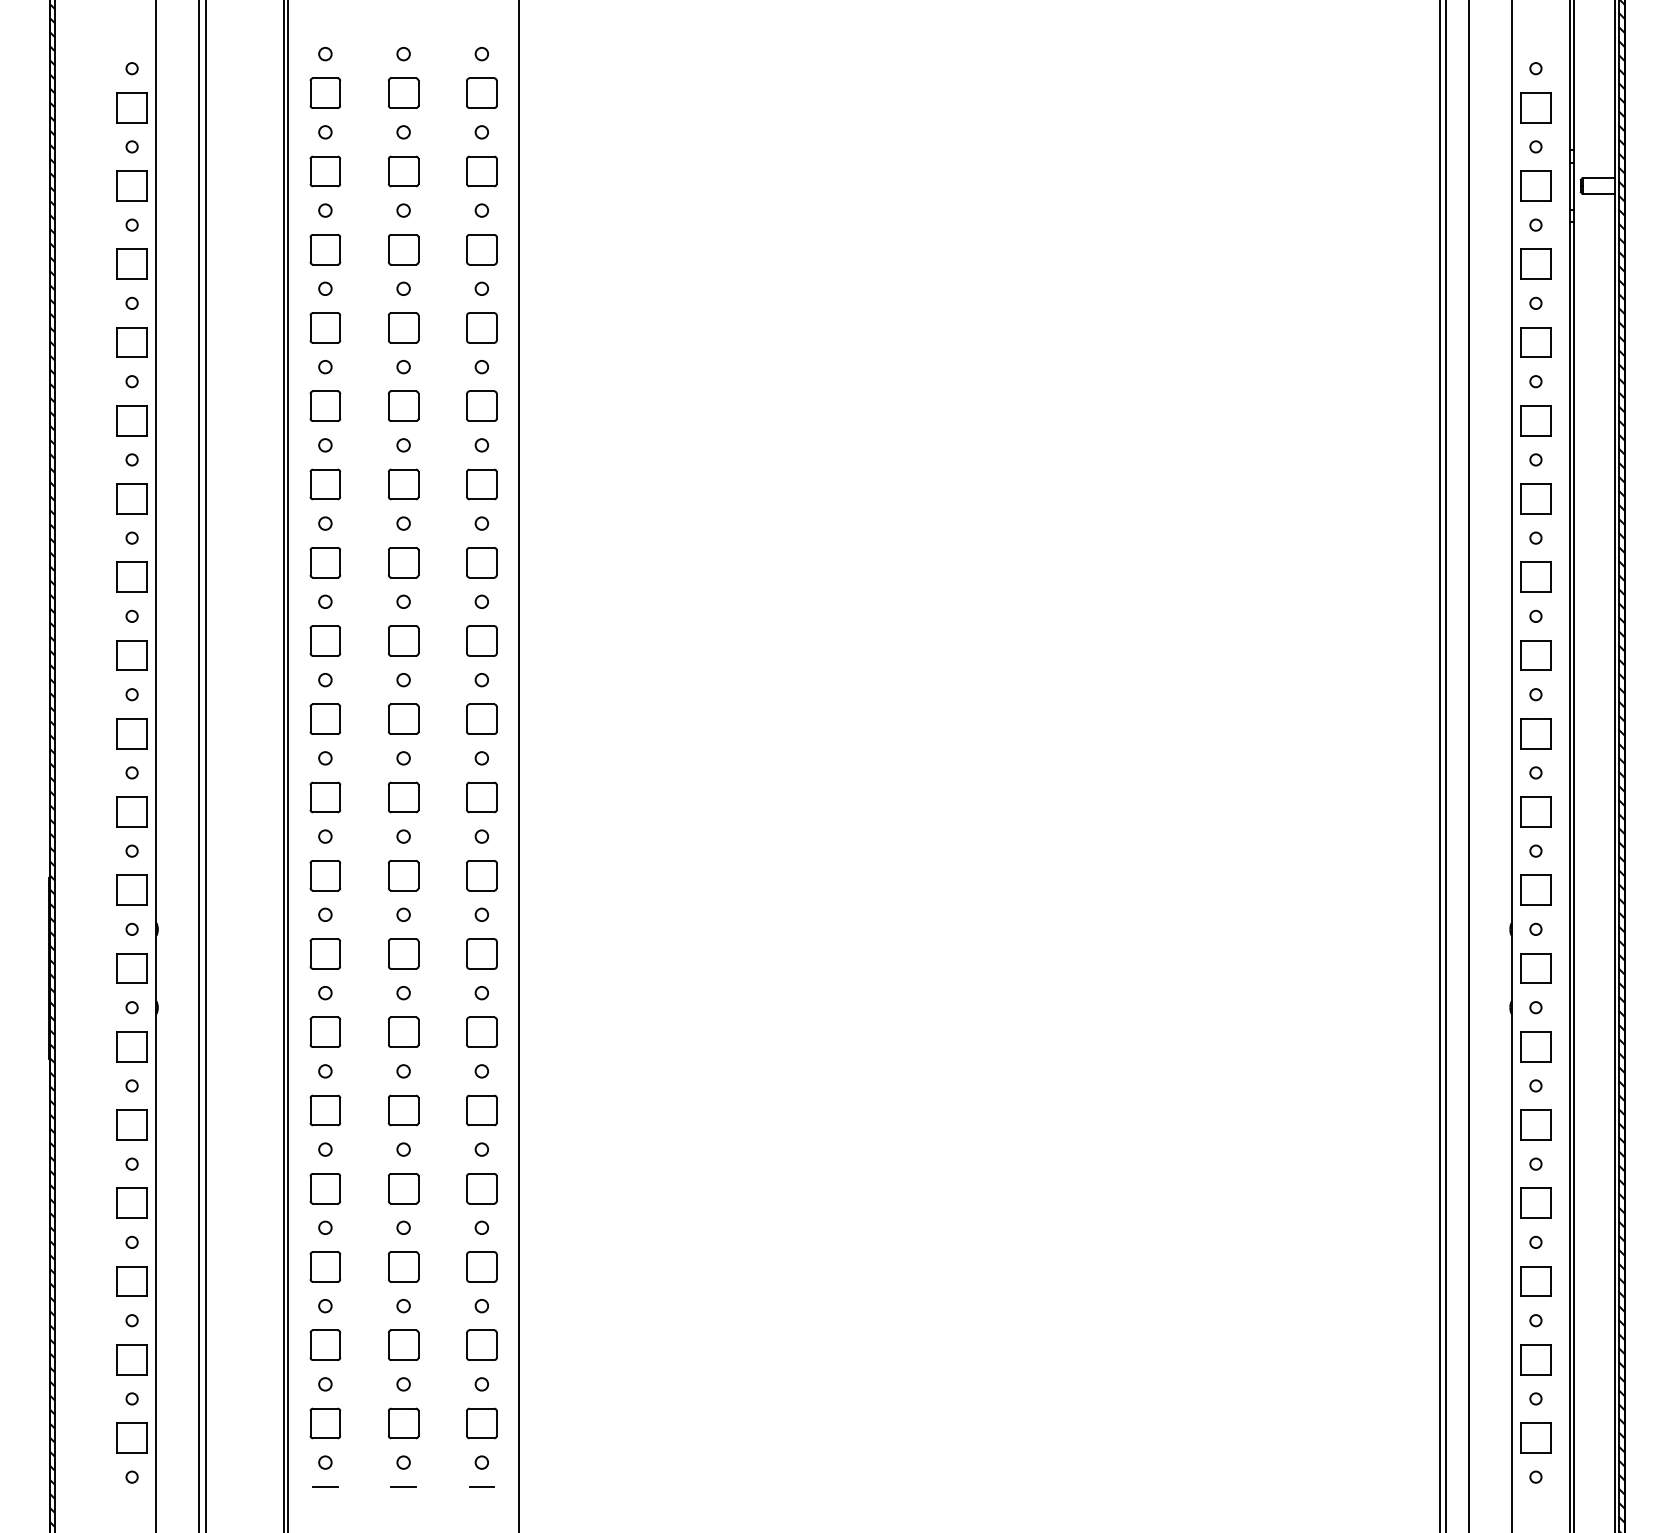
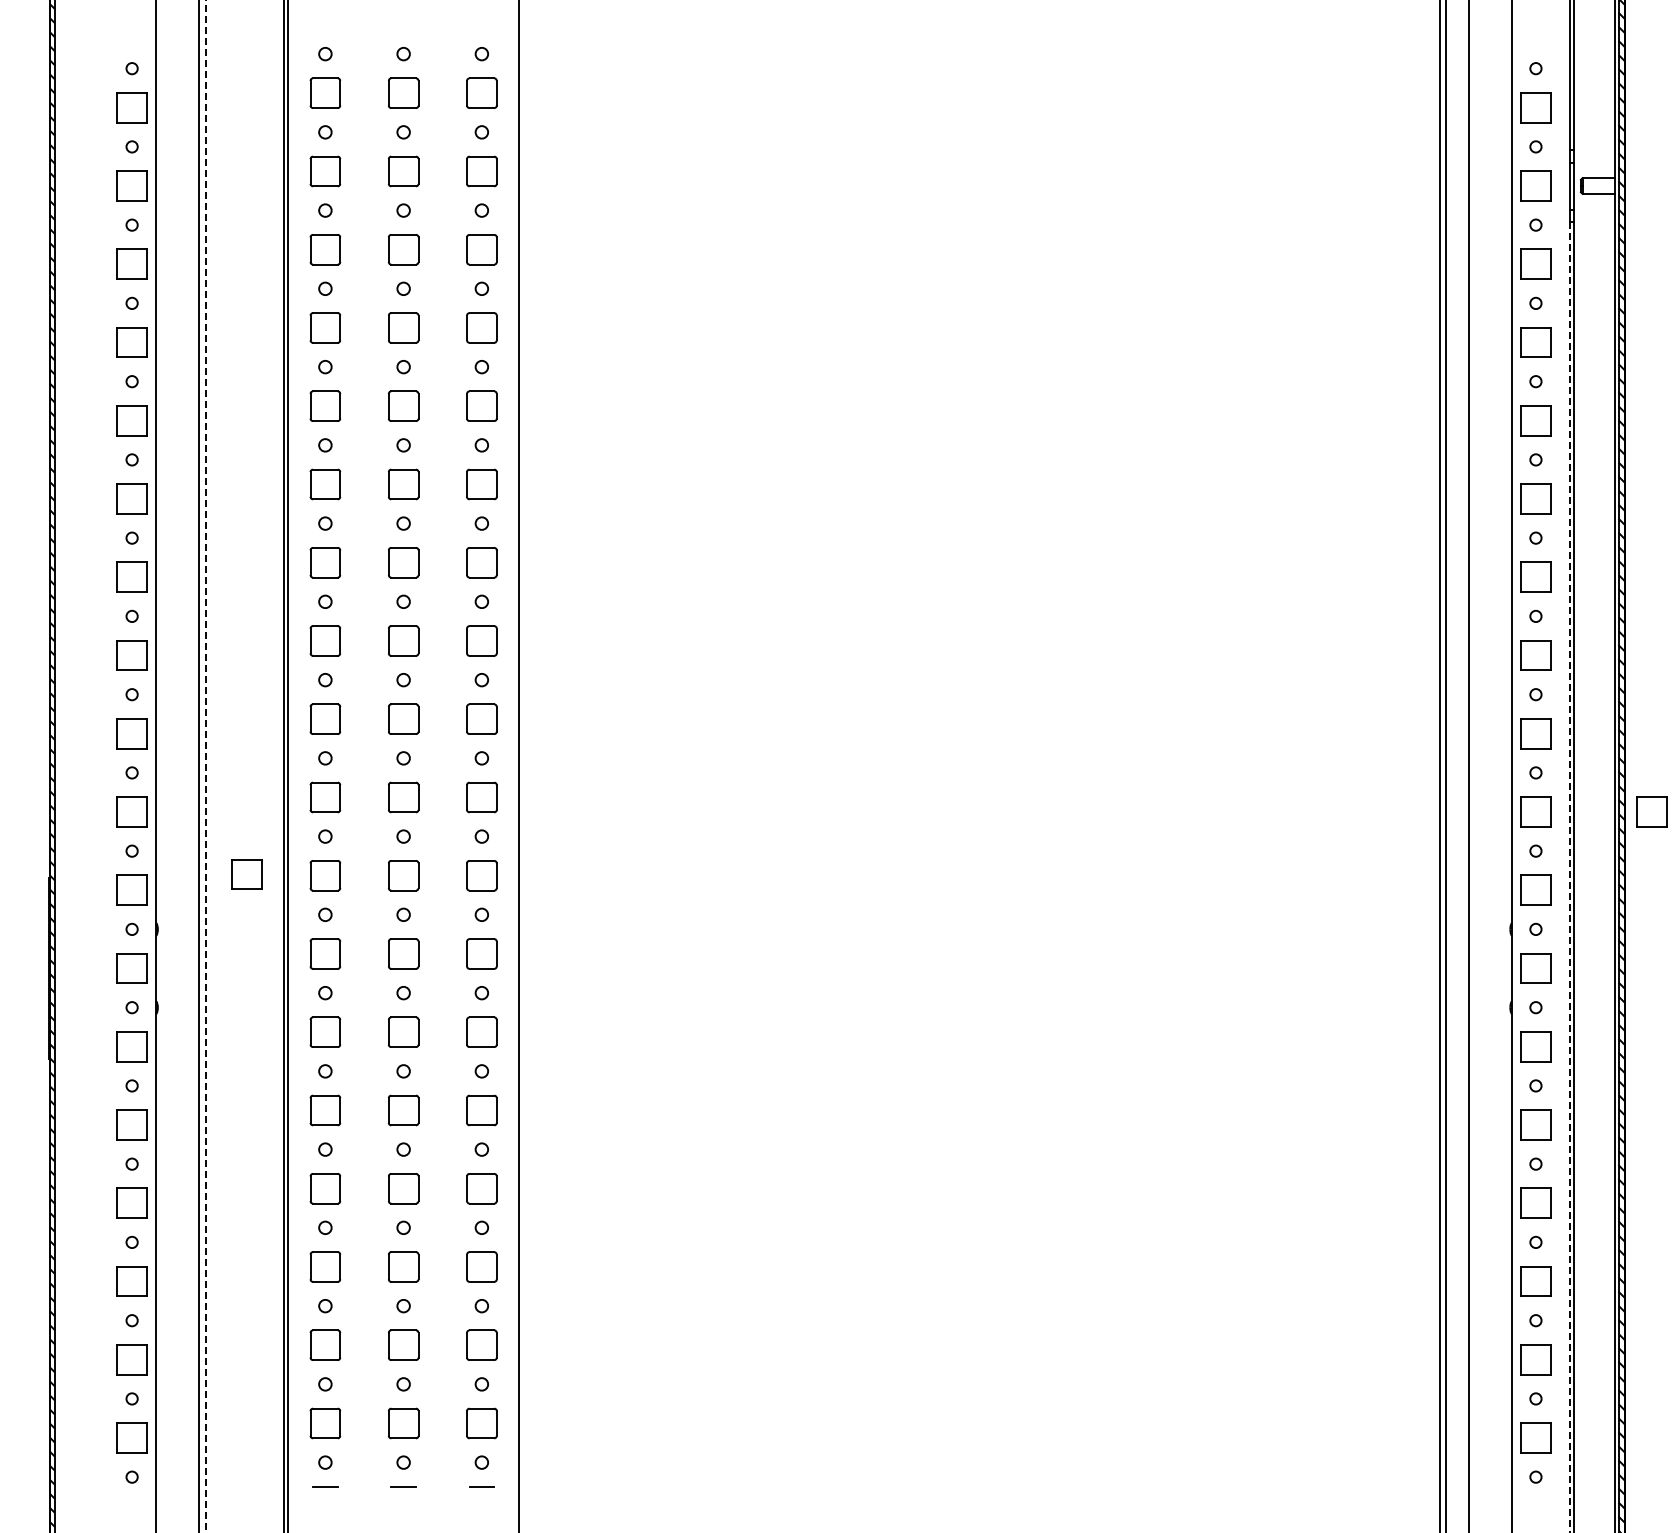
line at (205, 766): solid -> dashed
part at (1651, 811): none -> present
part at (246, 874): none -> present
line at (1569, 877): solid -> dashed
